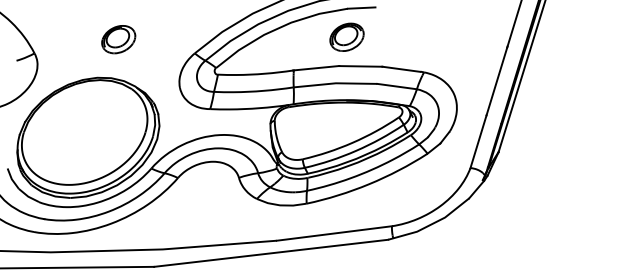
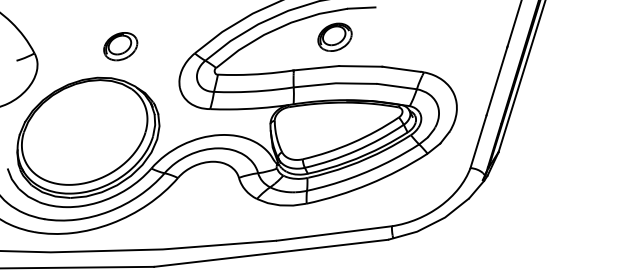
part at (346, 36) position: (346, 36) -> (334, 36)
part at (118, 39) position: (118, 39) -> (120, 46)
